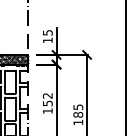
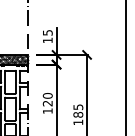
text at (47, 99): 152 -> 120
